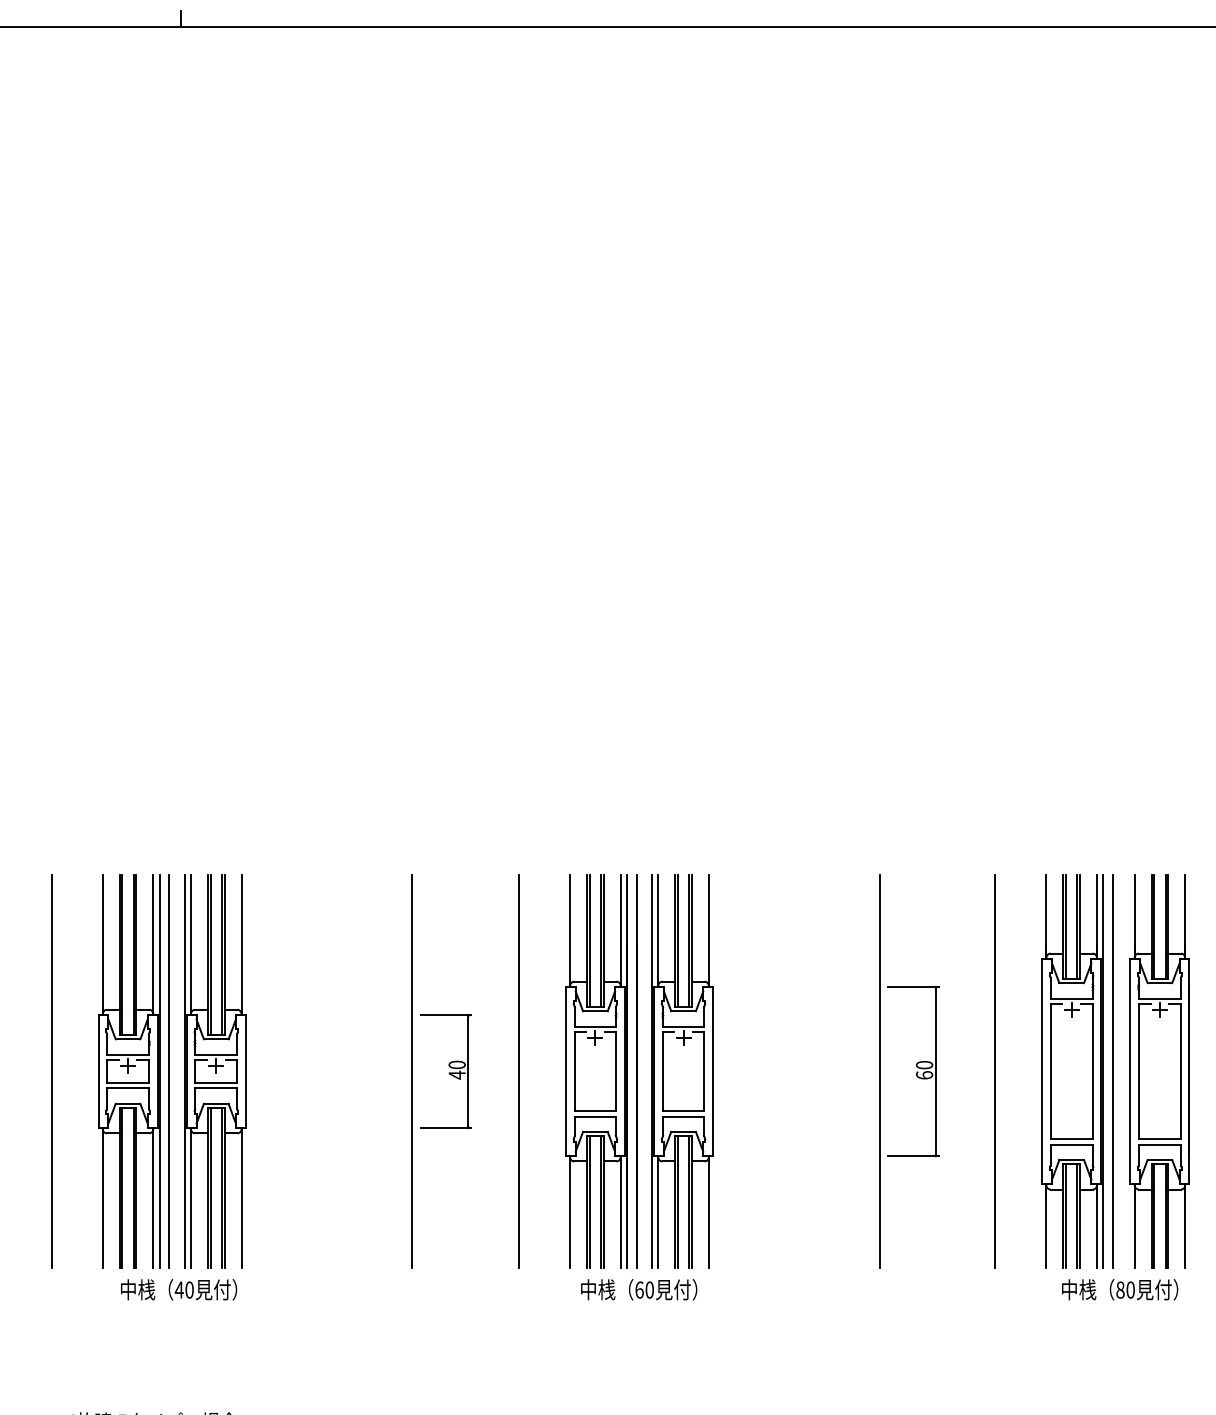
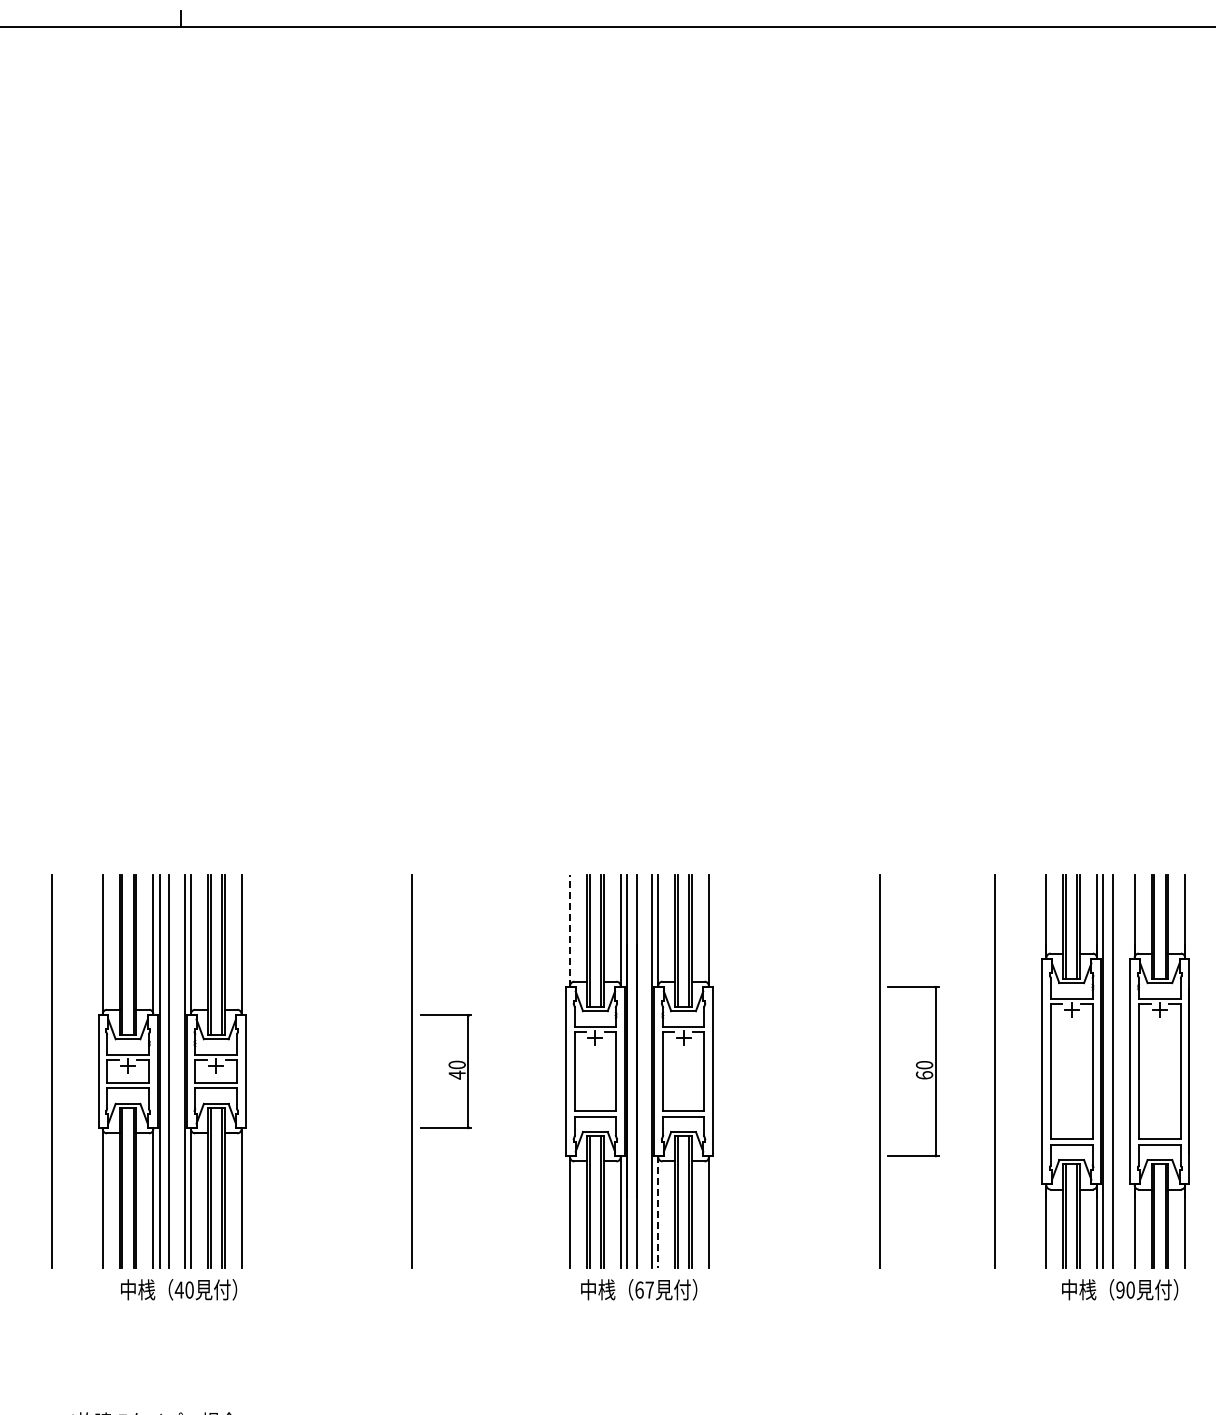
line at (570, 930): solid -> dashed
line at (518, 1071): present -> none
line at (658, 1212): solid -> dashed
text at (649, 1289): 60 -> 67
text at (1120, 1289): 80 -> 90
